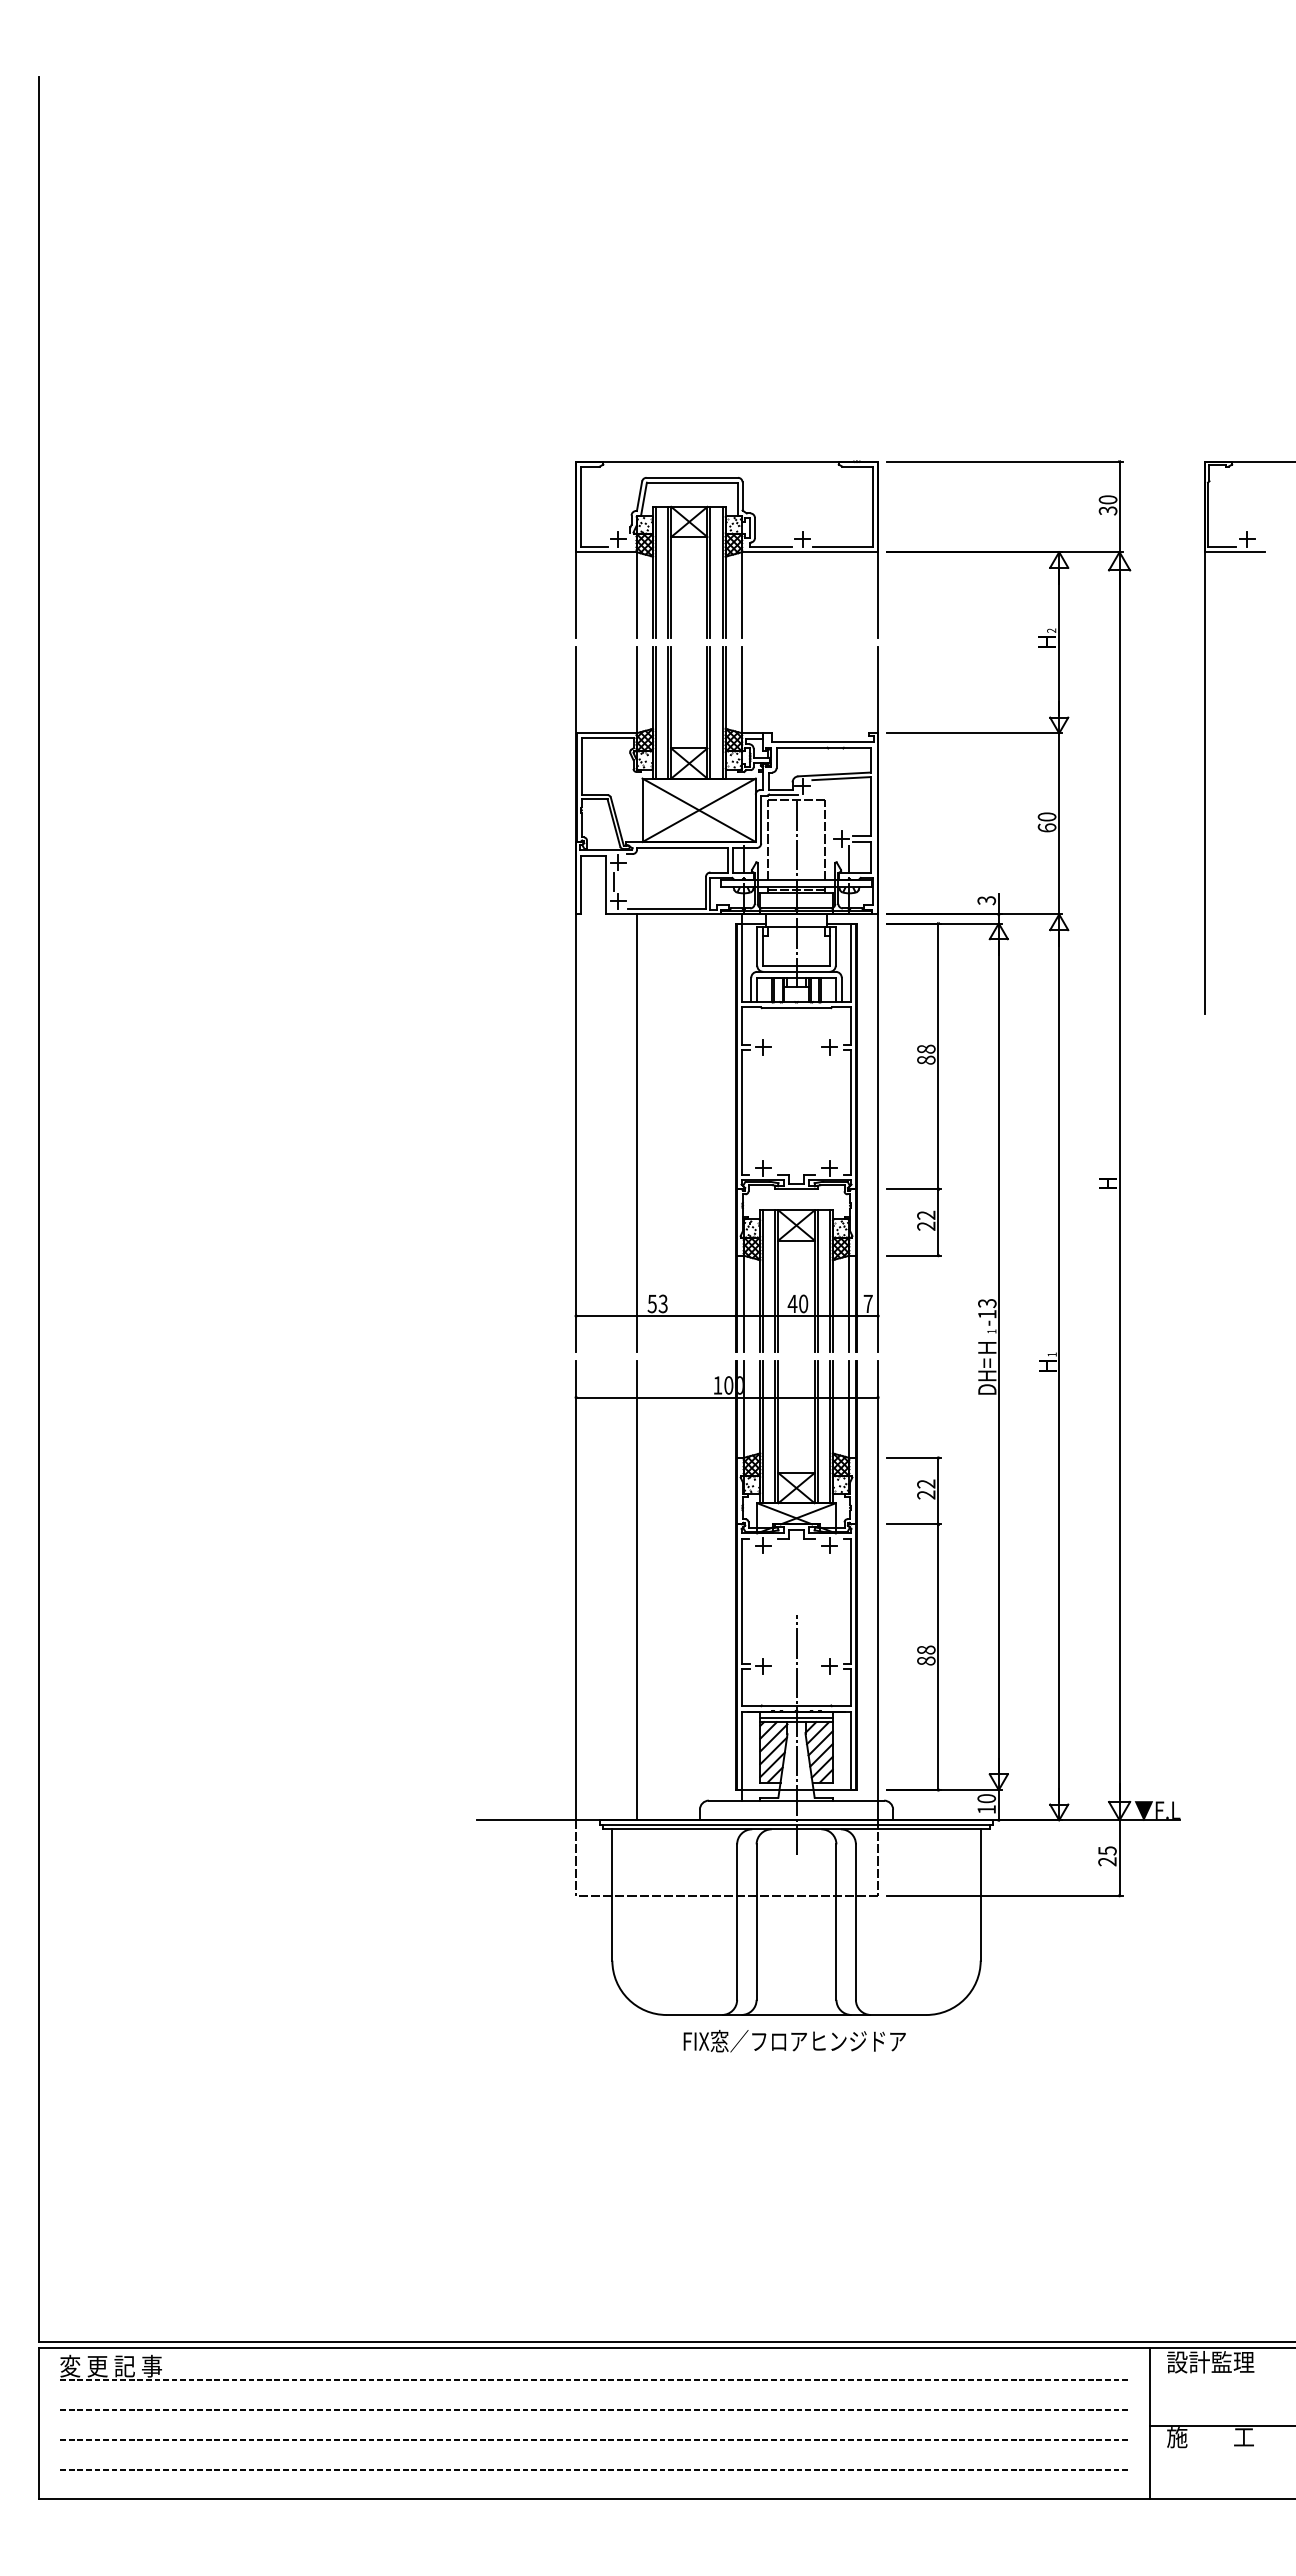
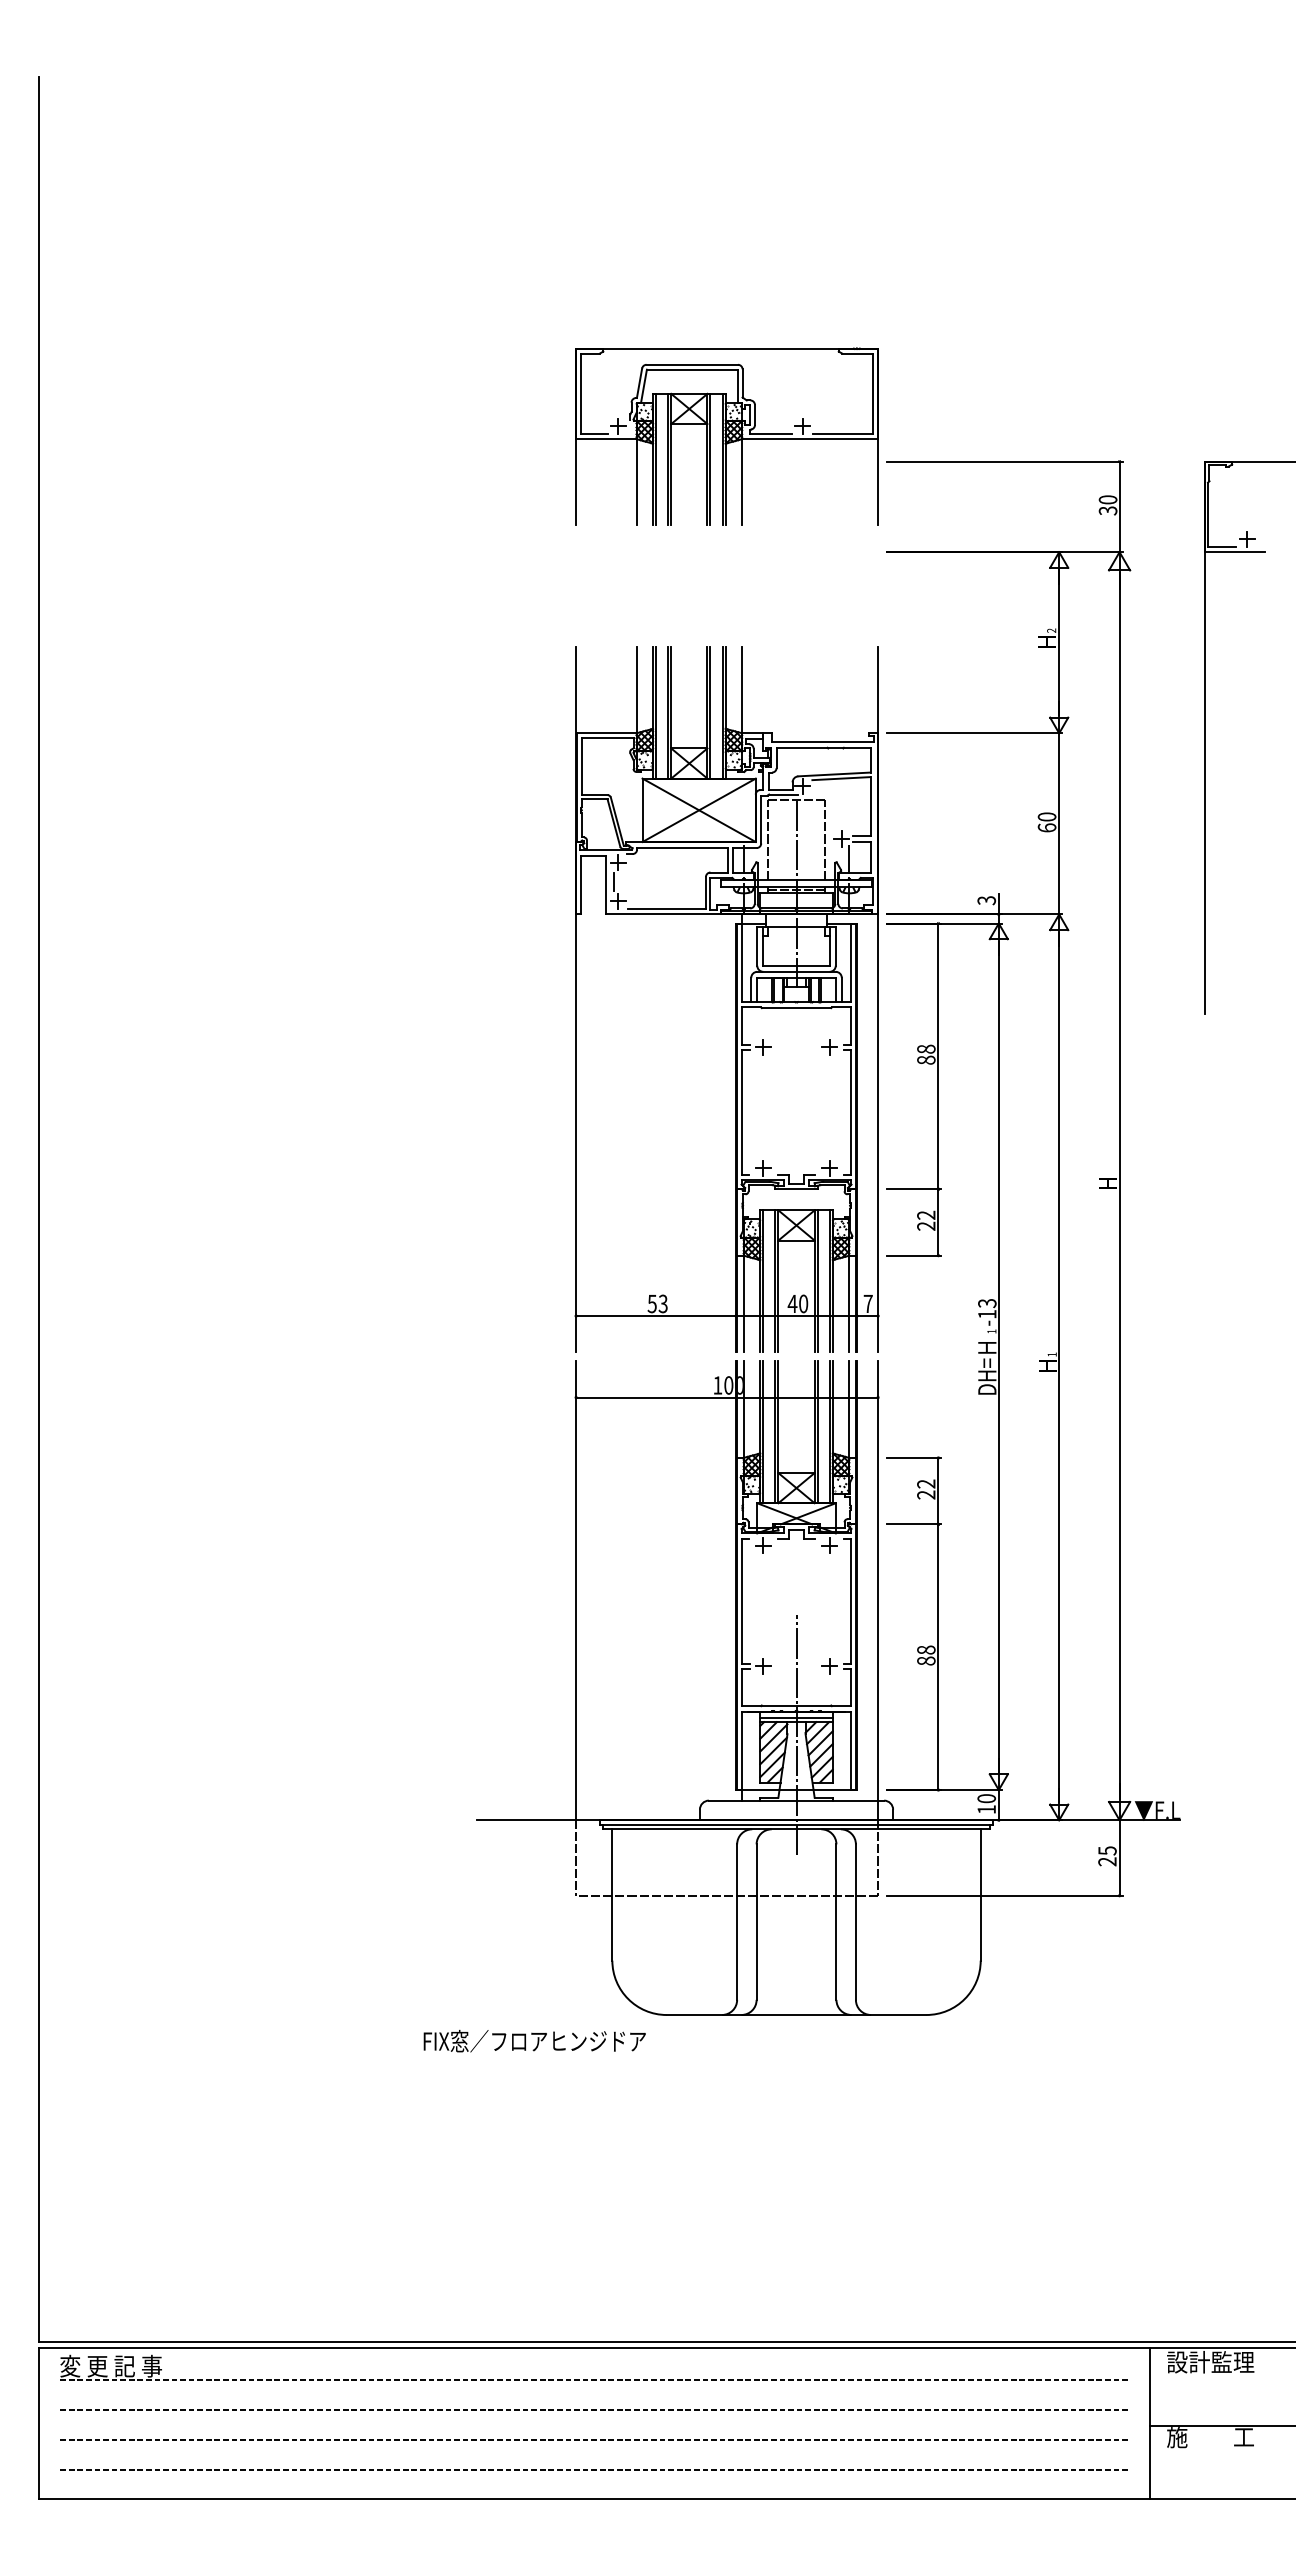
part at (726, 549) position: (726, 549) -> (726, 436)
line at (636, 1133): present -> none
line at (636, 1590): present -> none
text at (794, 2040) position: (794, 2040) -> (534, 2040)
